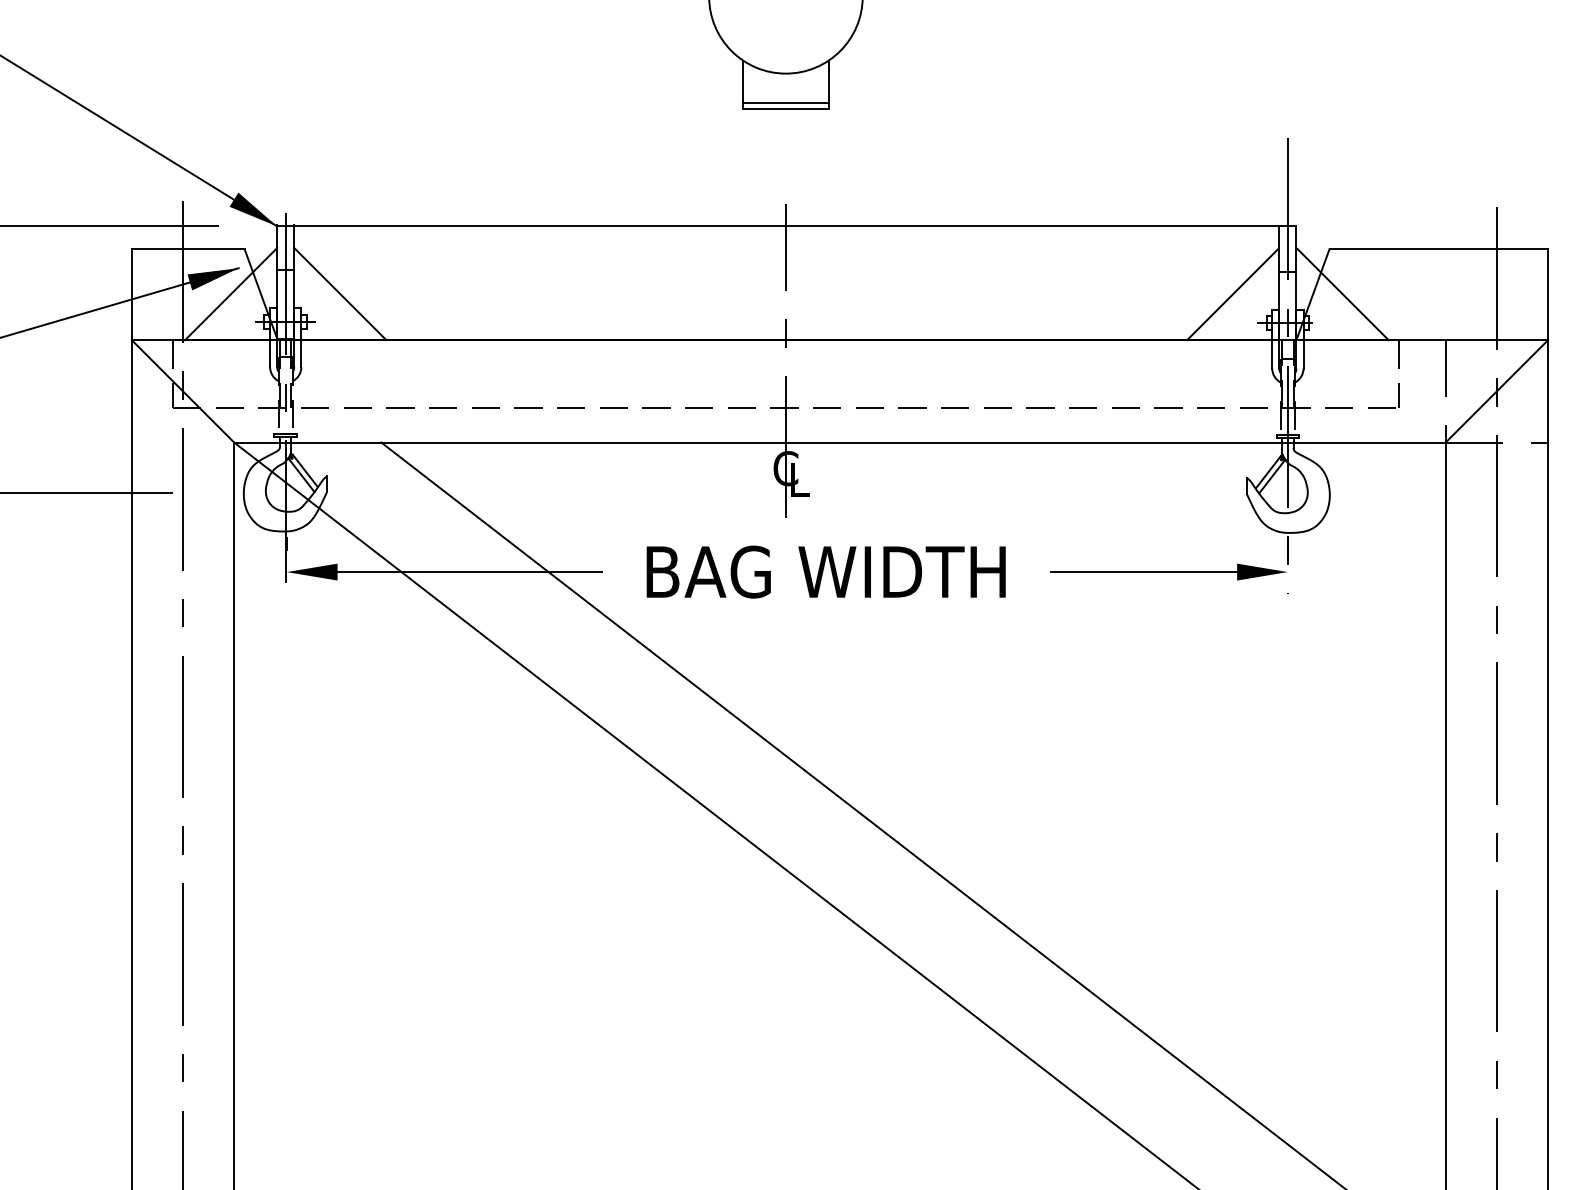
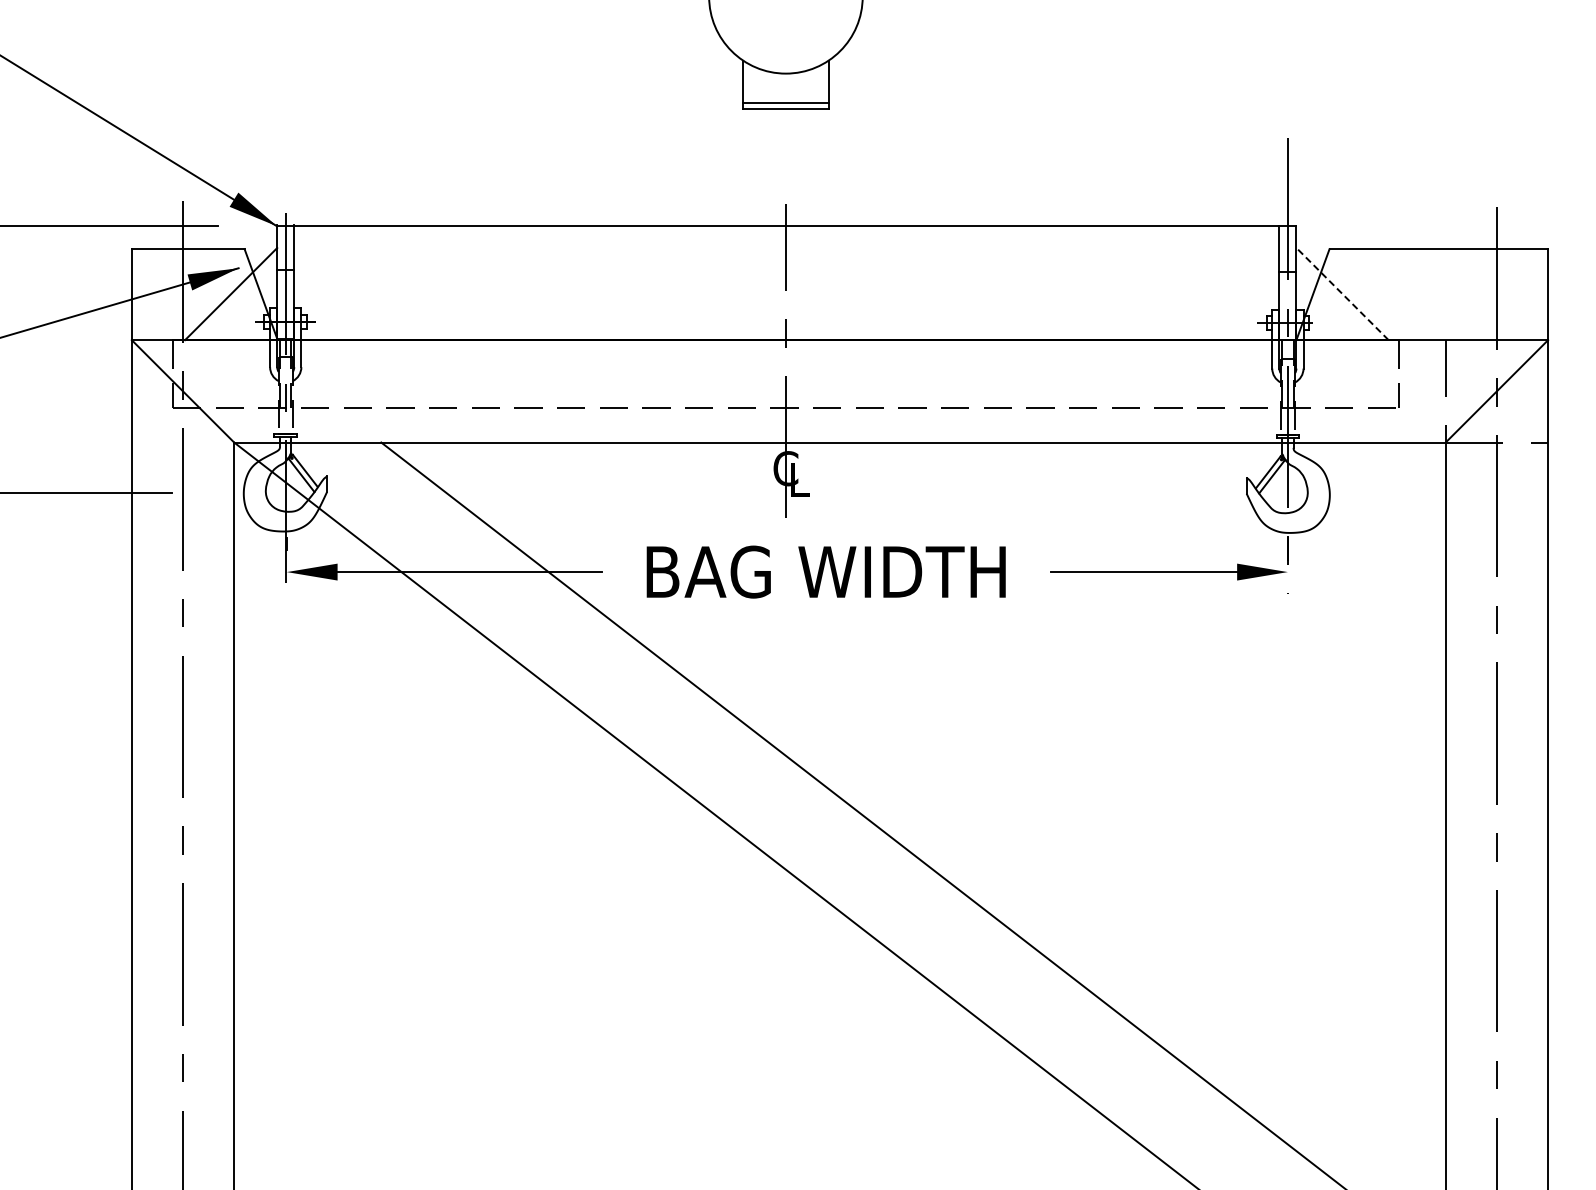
line at (340, 294): present -> none
line at (1232, 294): present -> none
line at (1342, 294): solid -> dashed
